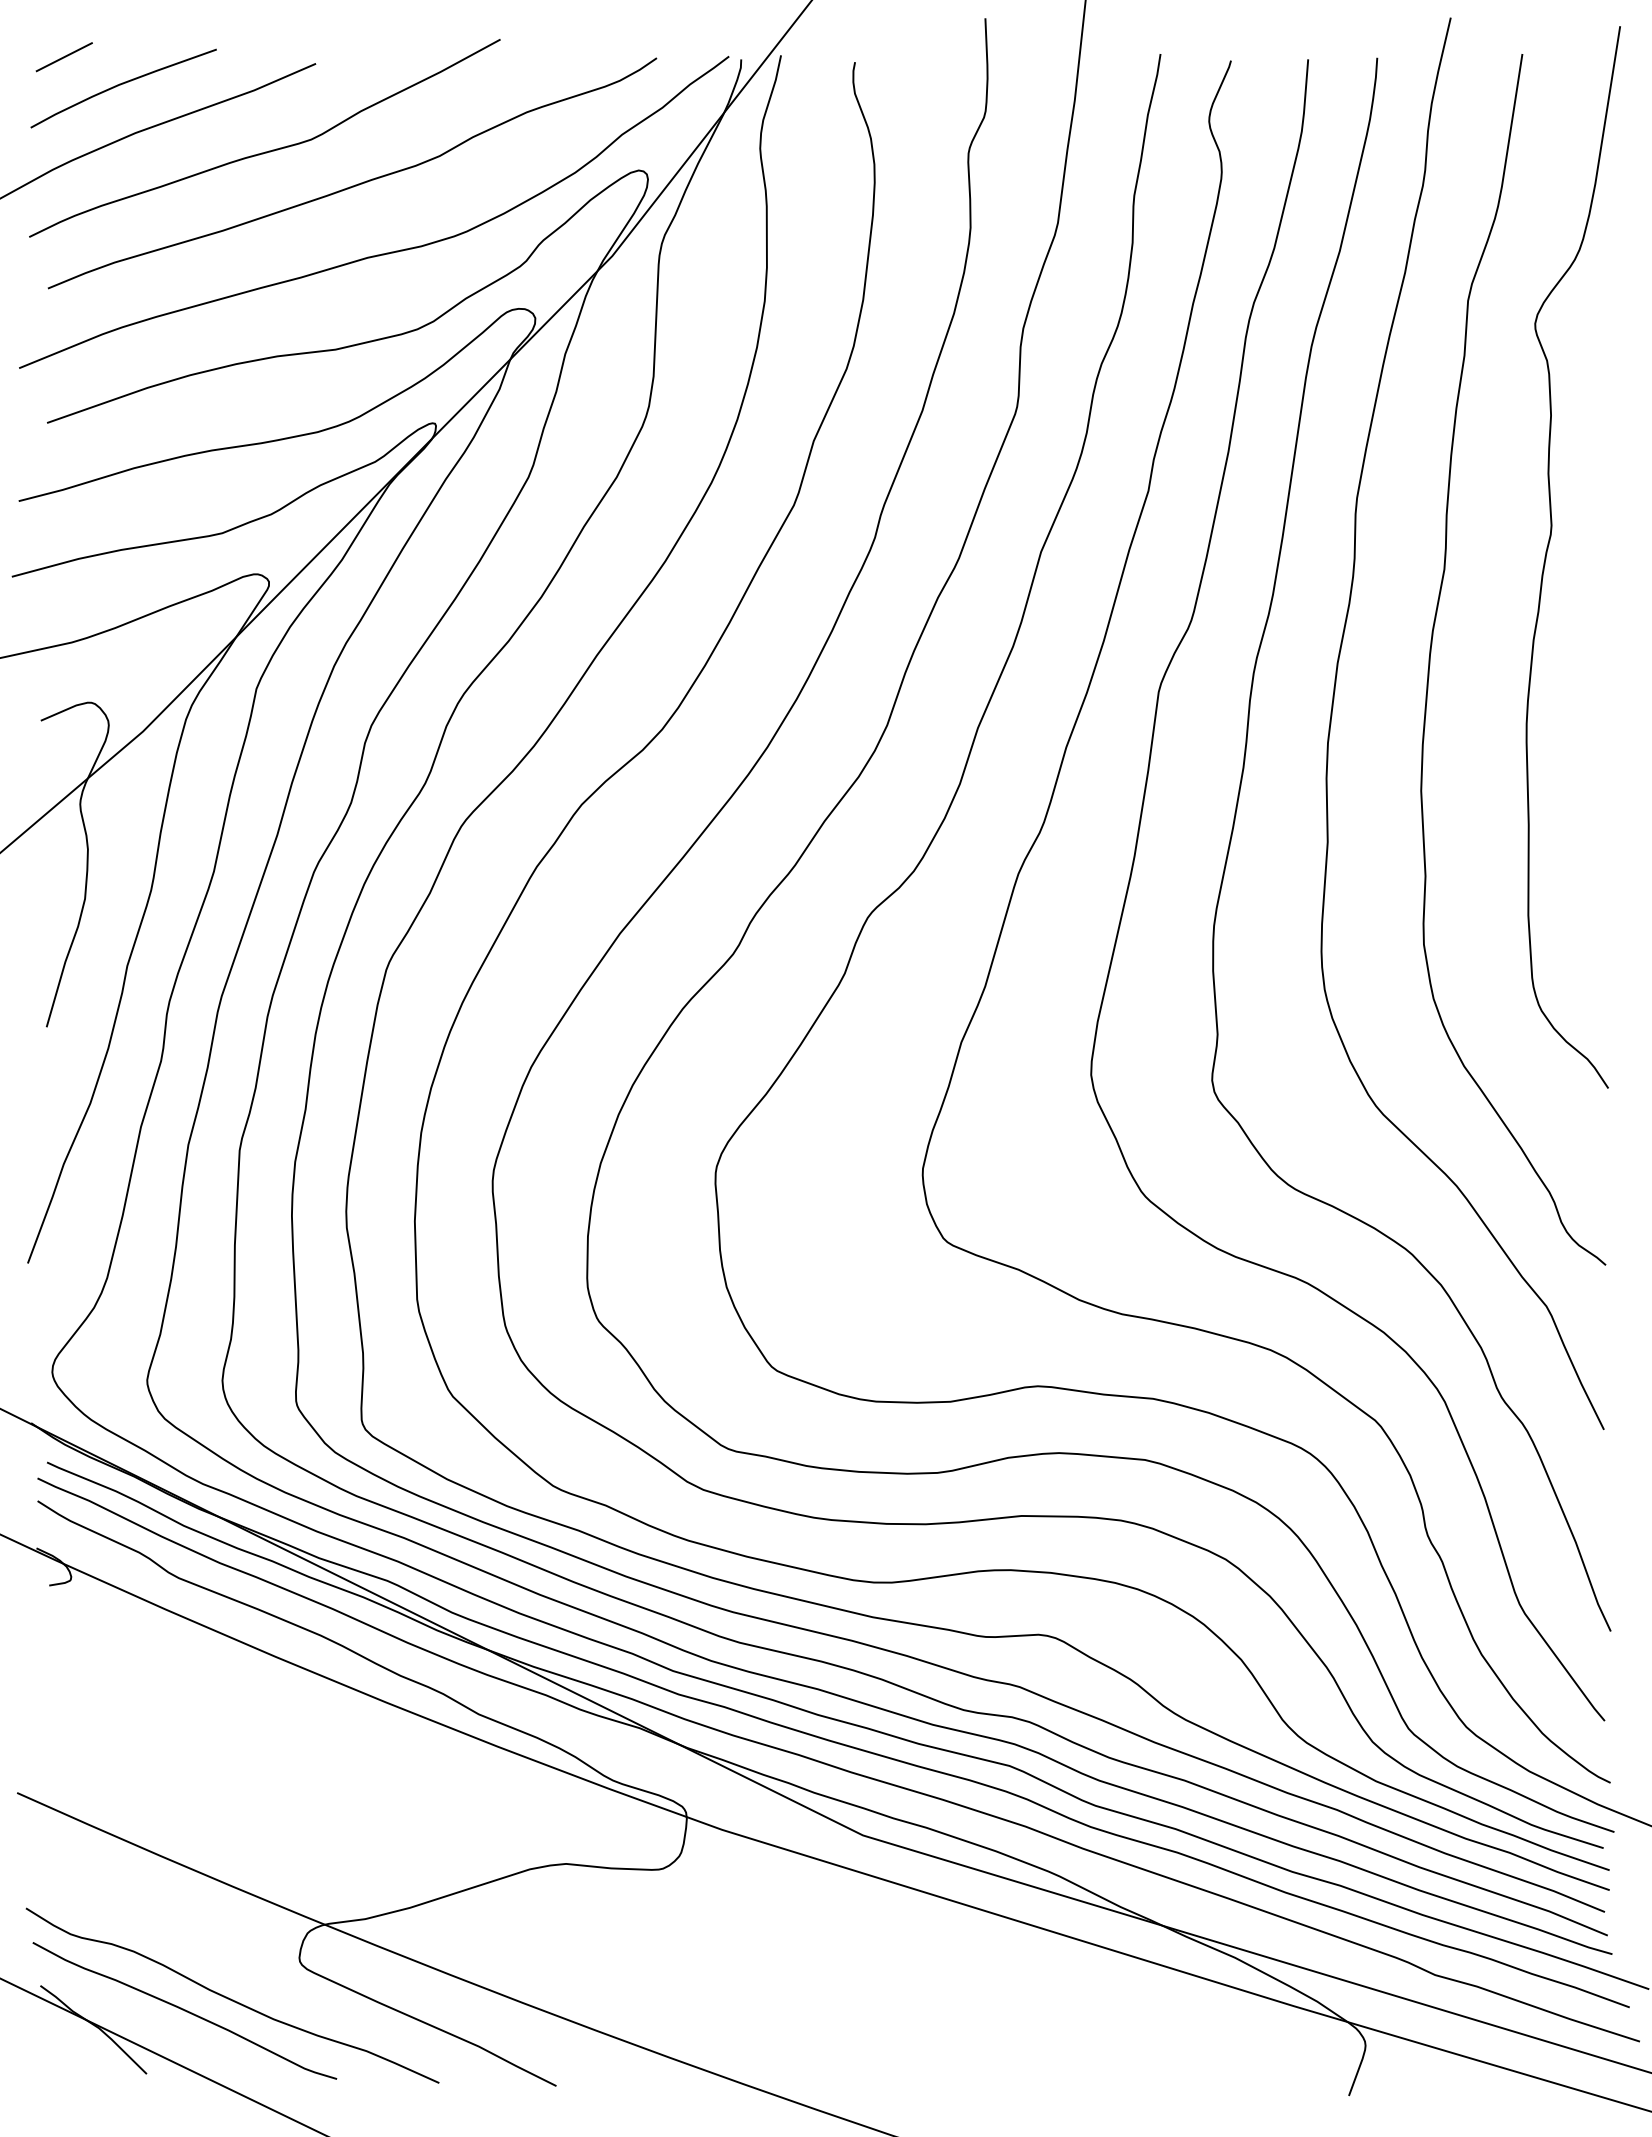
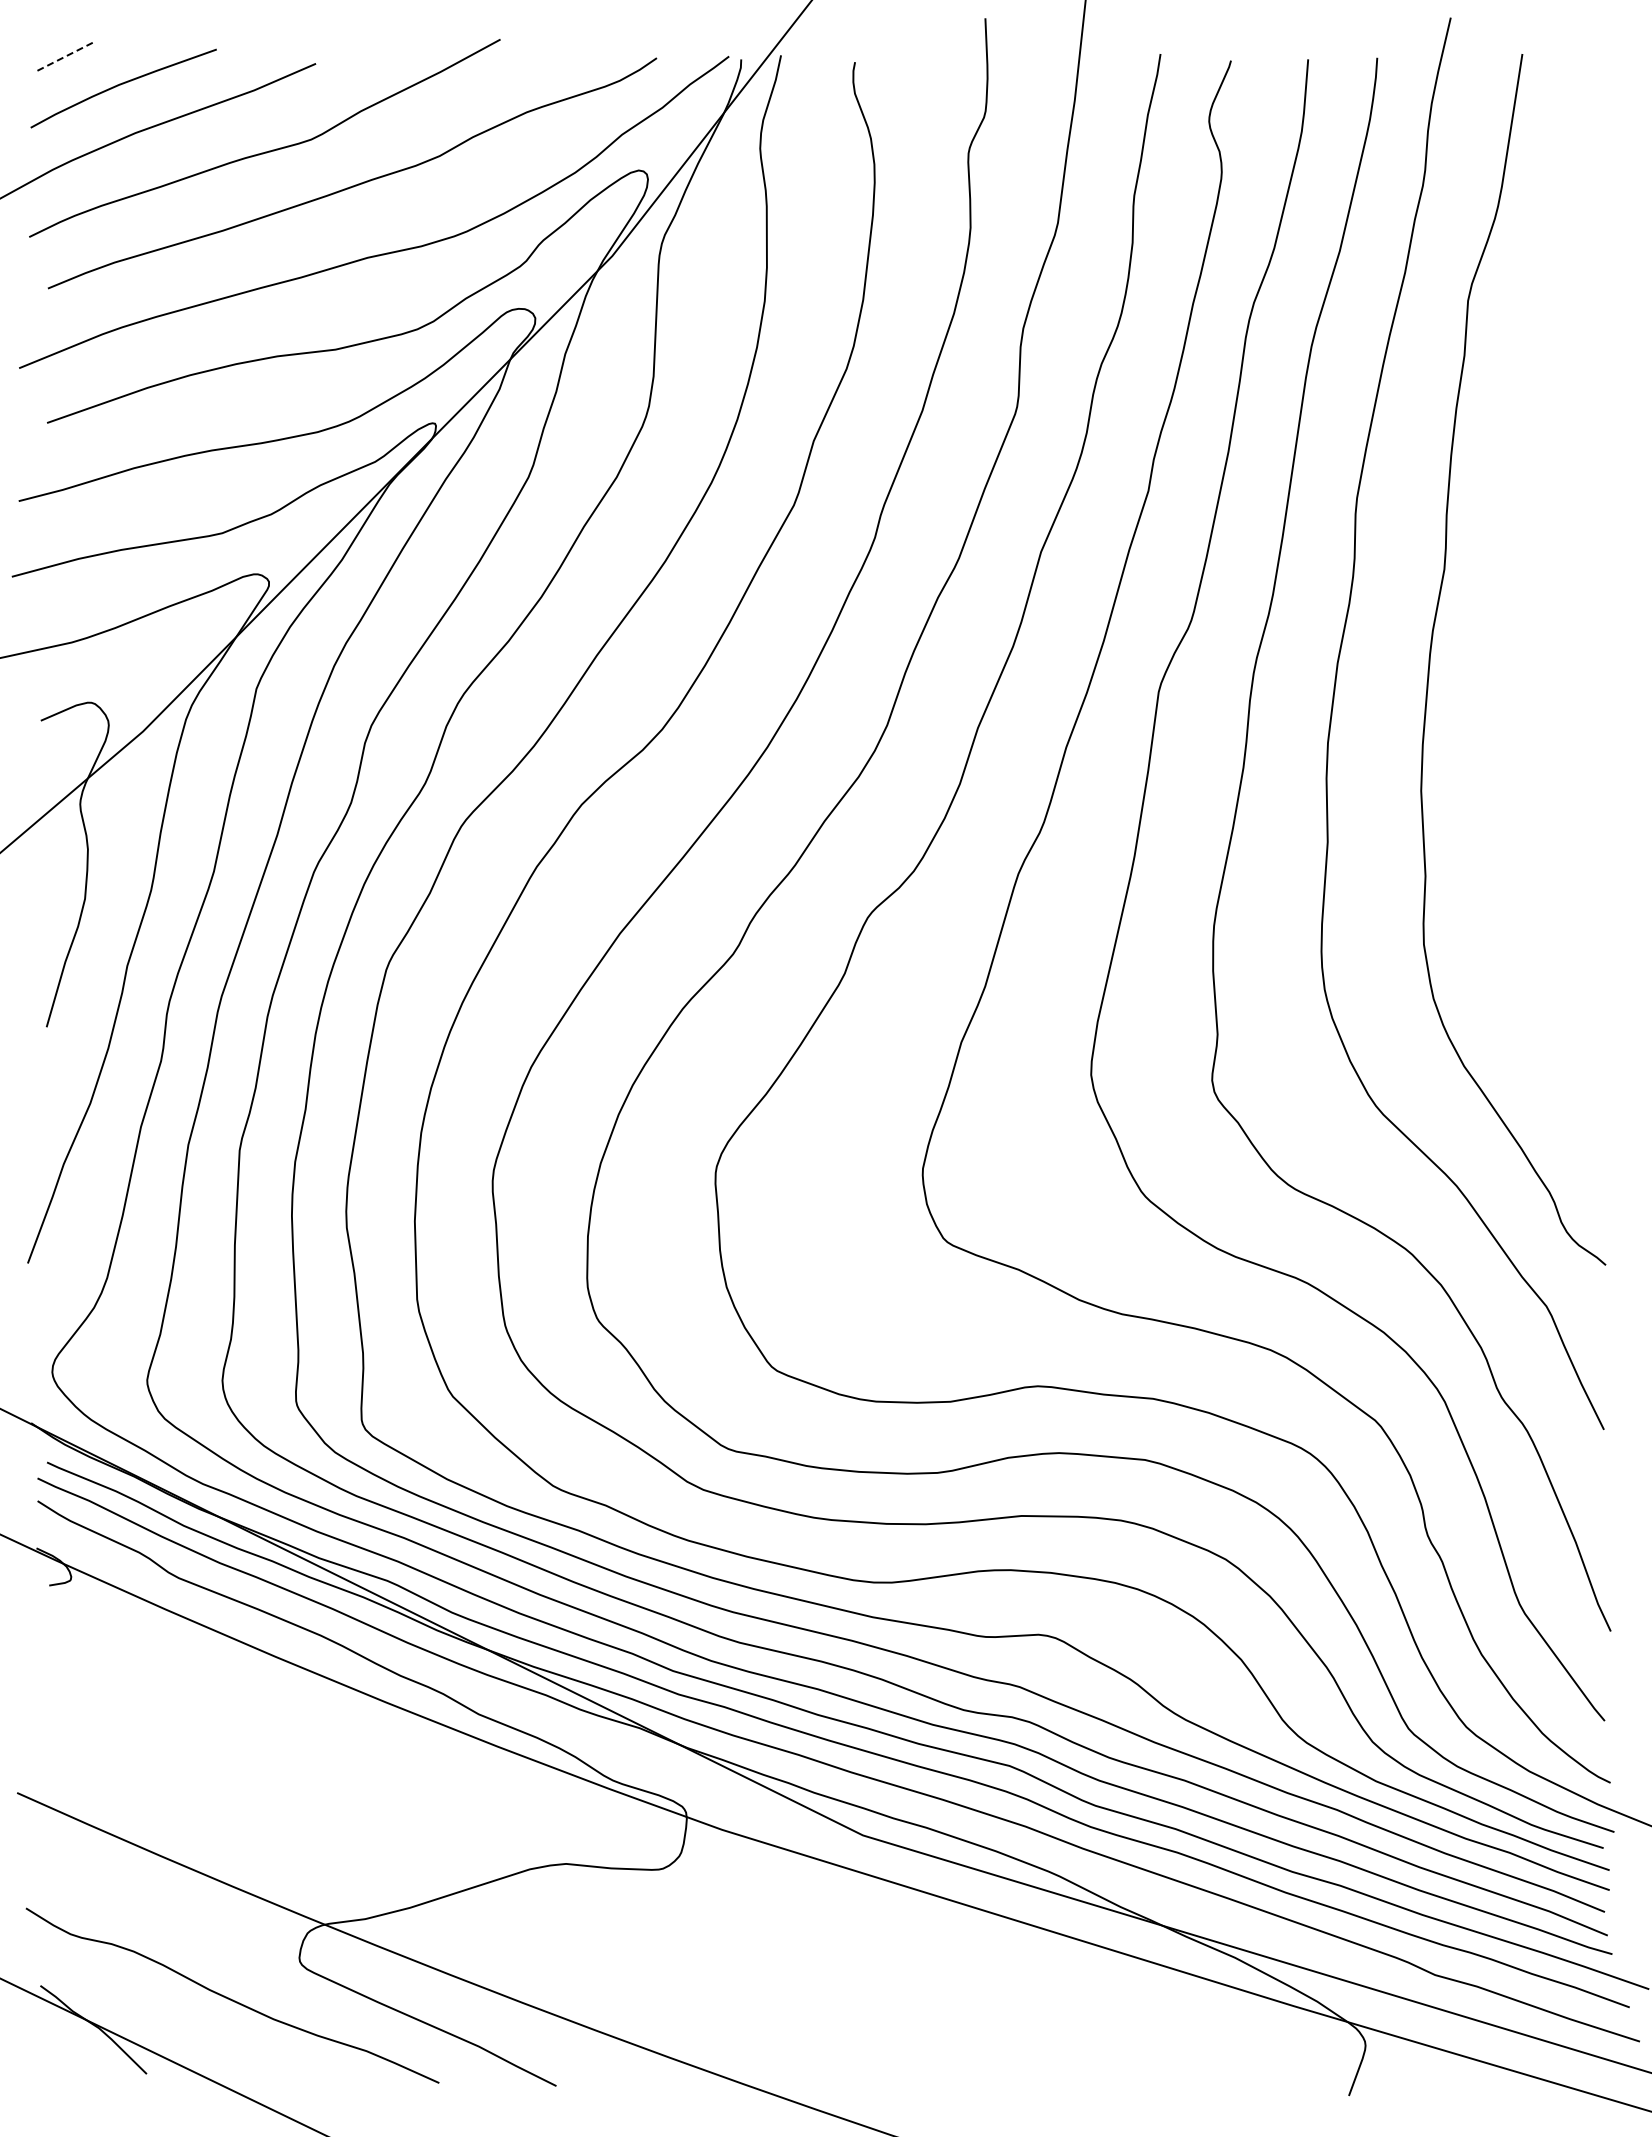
line at (64, 57): solid -> dashed
curve at (1548, 549): present -> none
curve at (184, 2010): present -> none
